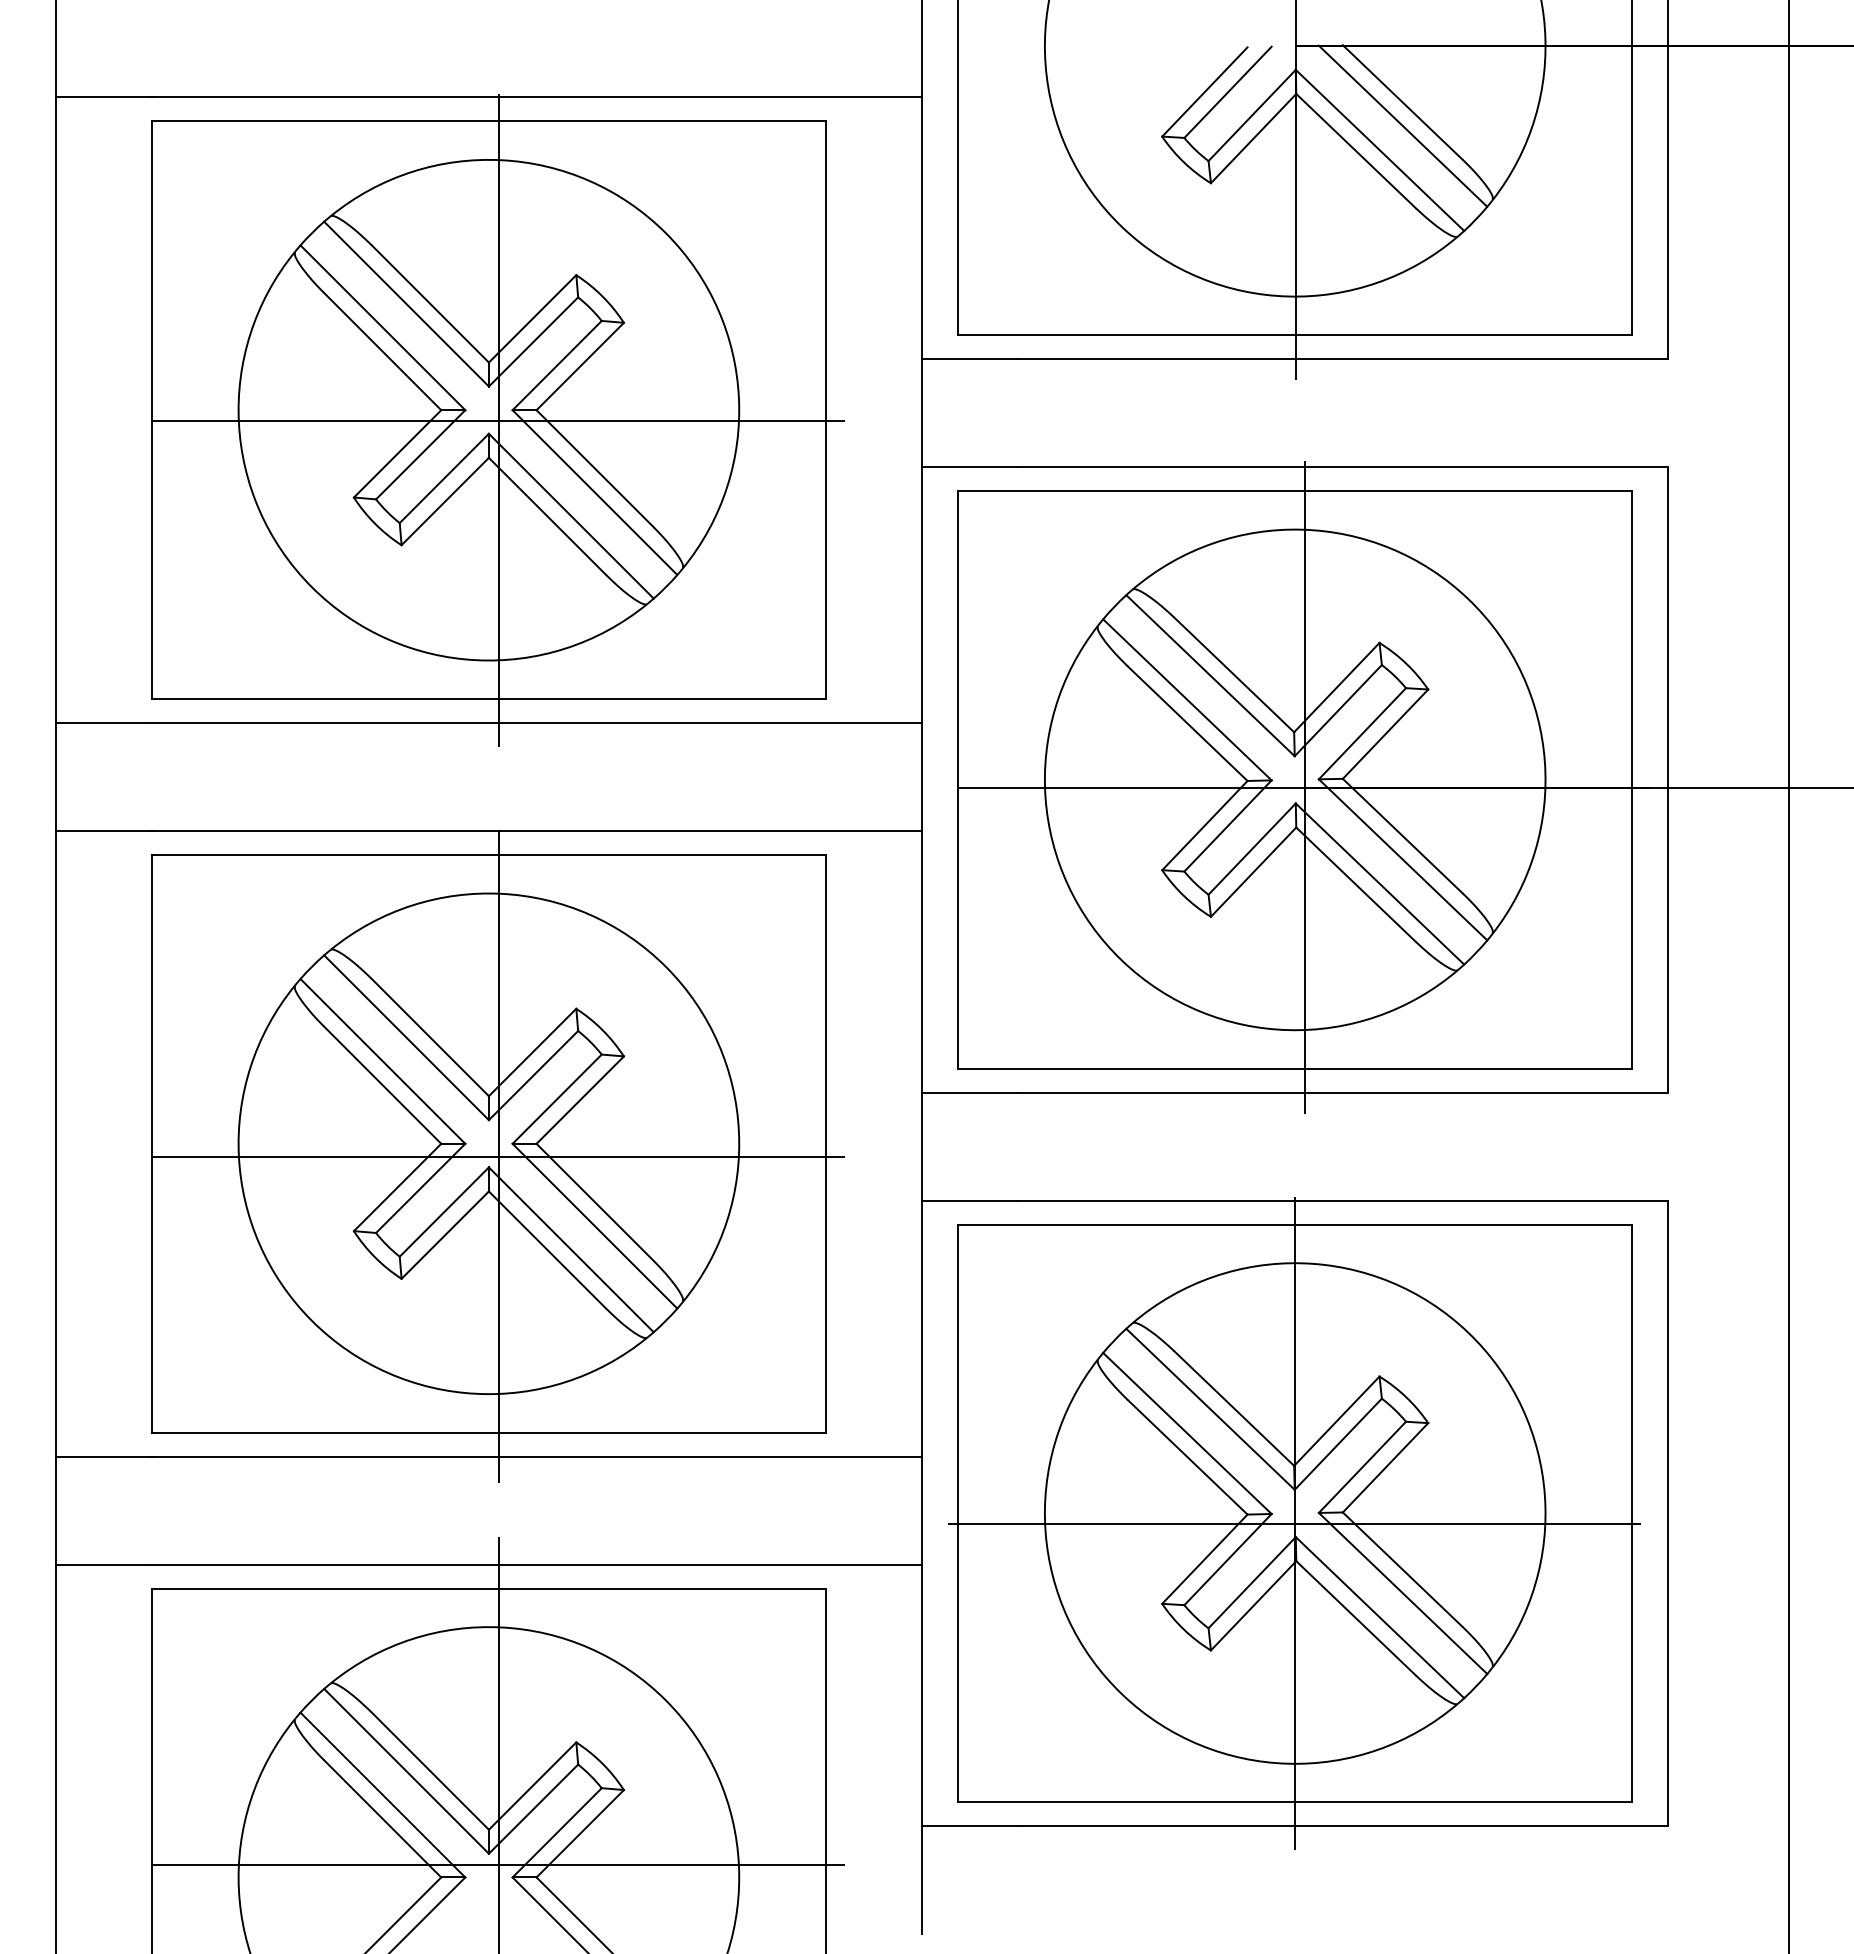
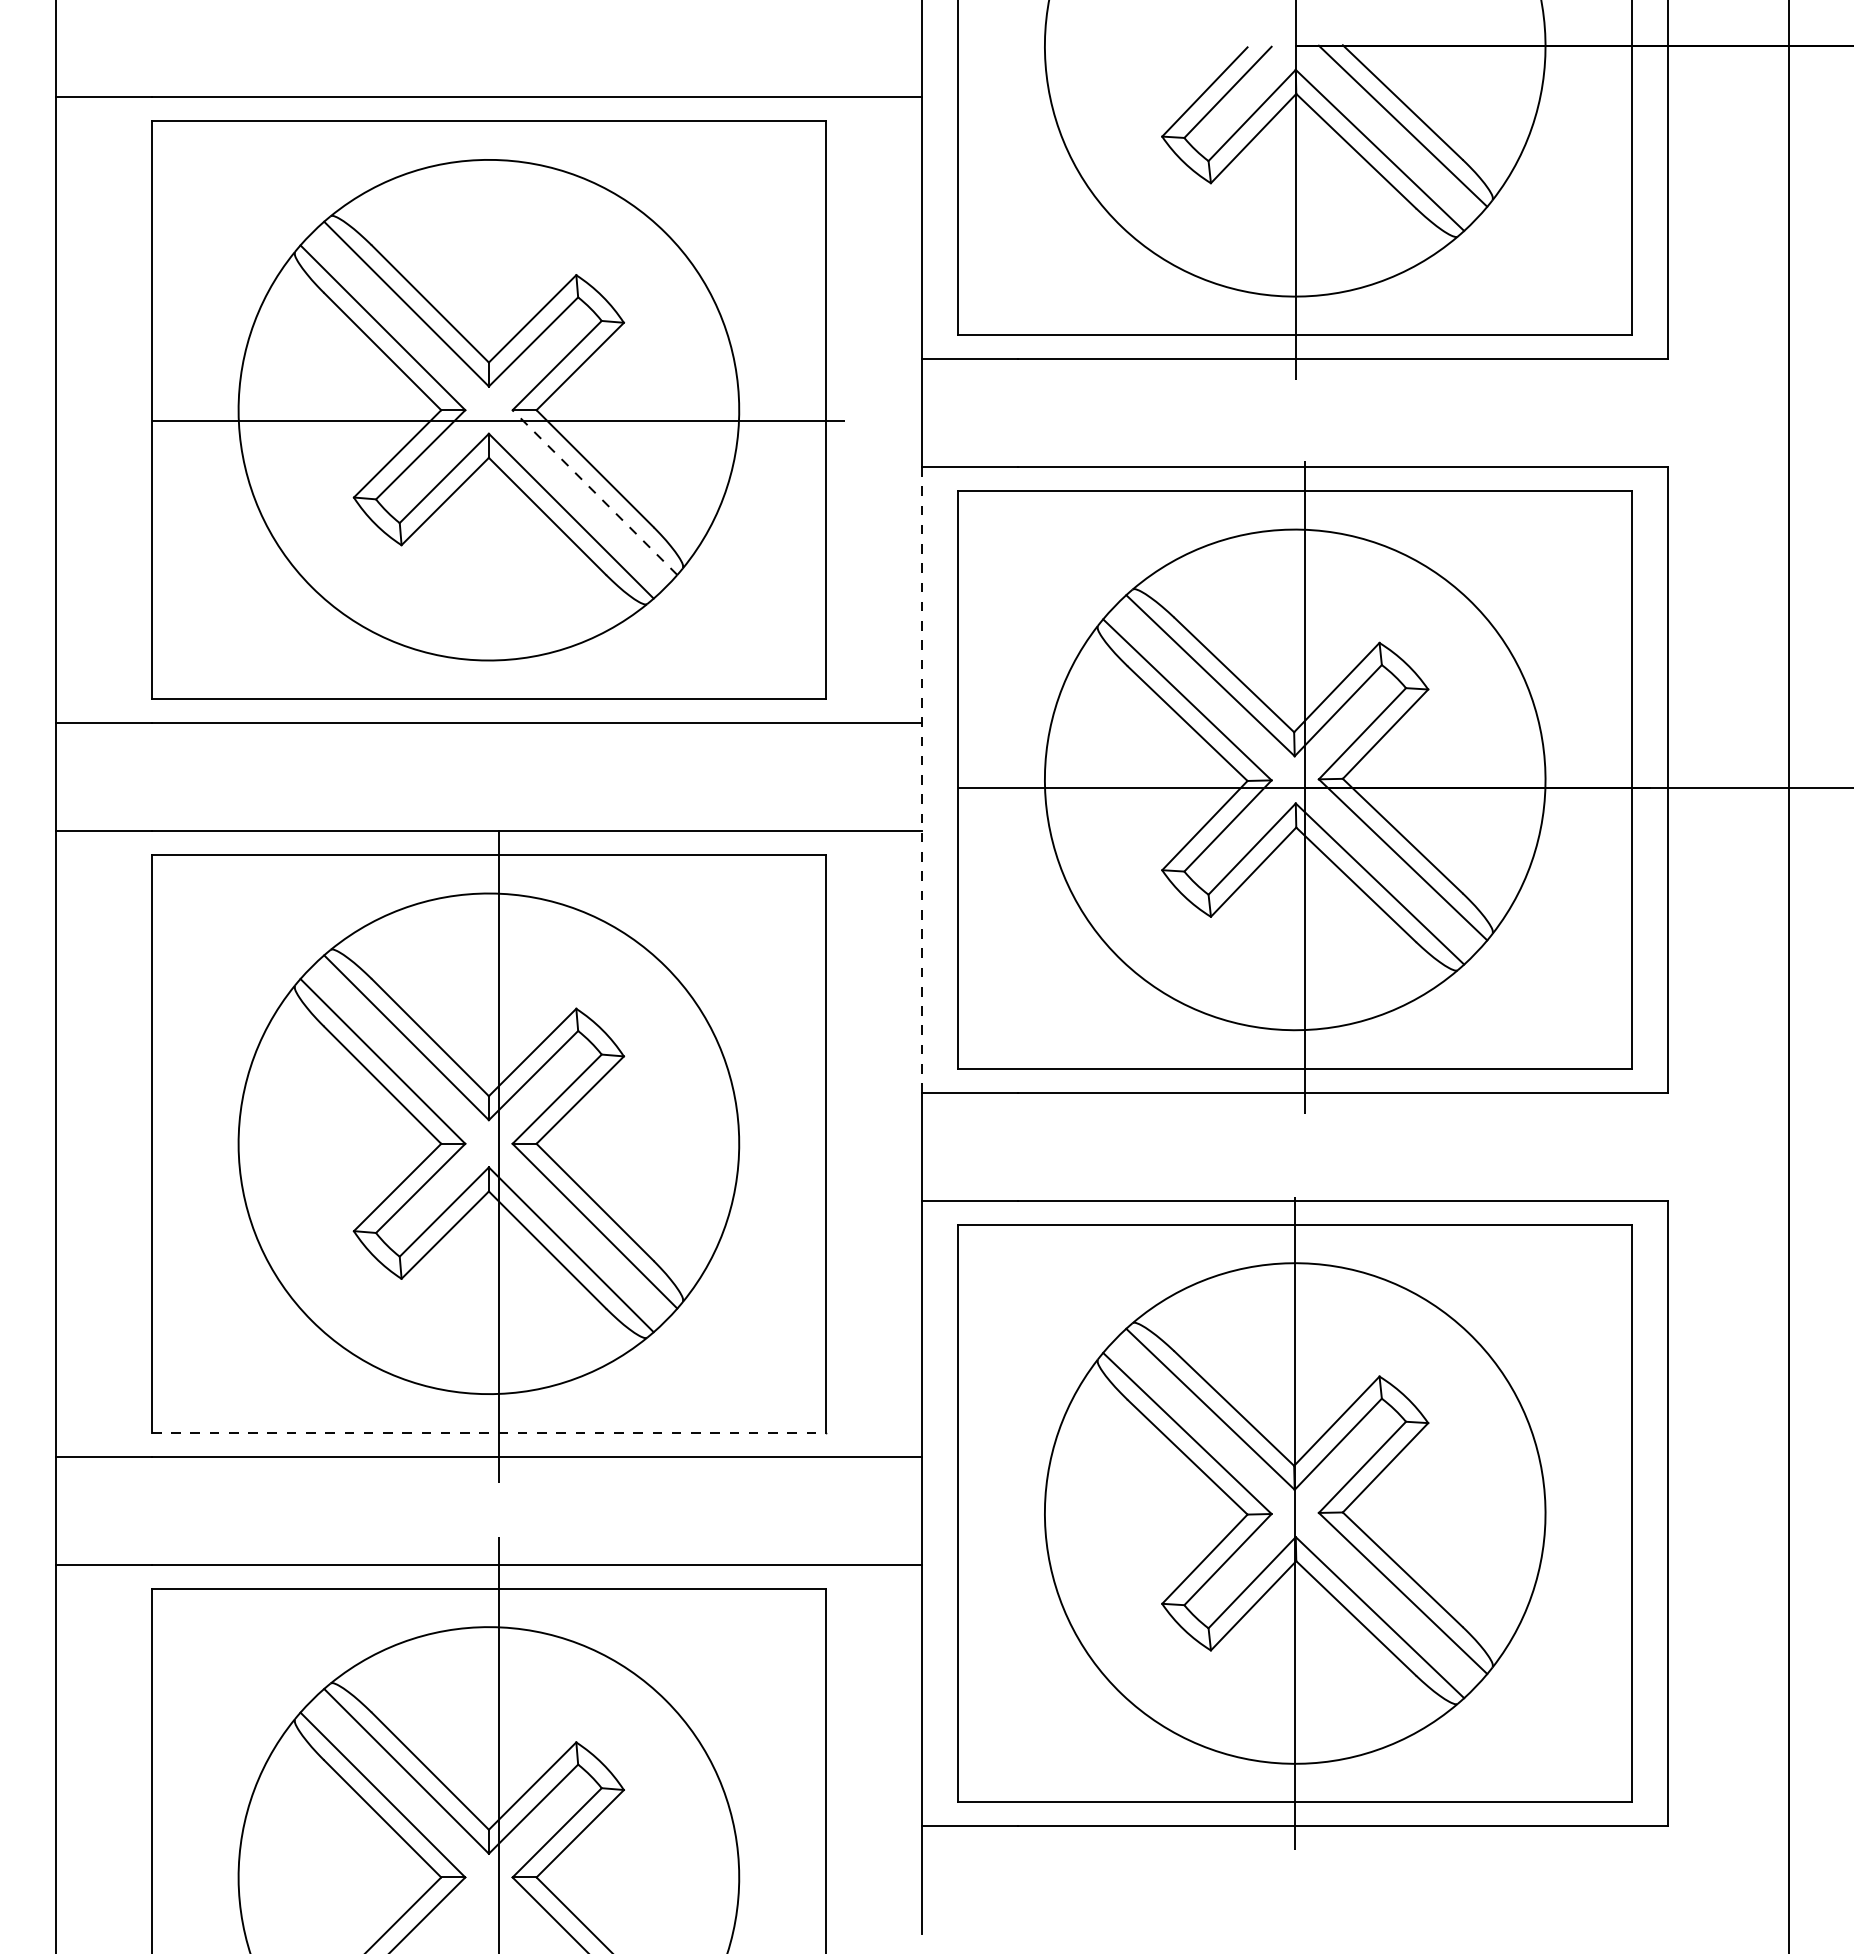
line at (498, 419): present -> none
line at (594, 492): solid -> dashed
line at (922, 779): solid -> dashed
line at (498, 1157): present -> none
line at (488, 1432): solid -> dashed
line at (1294, 1524): present -> none
line at (498, 1864): present -> none
